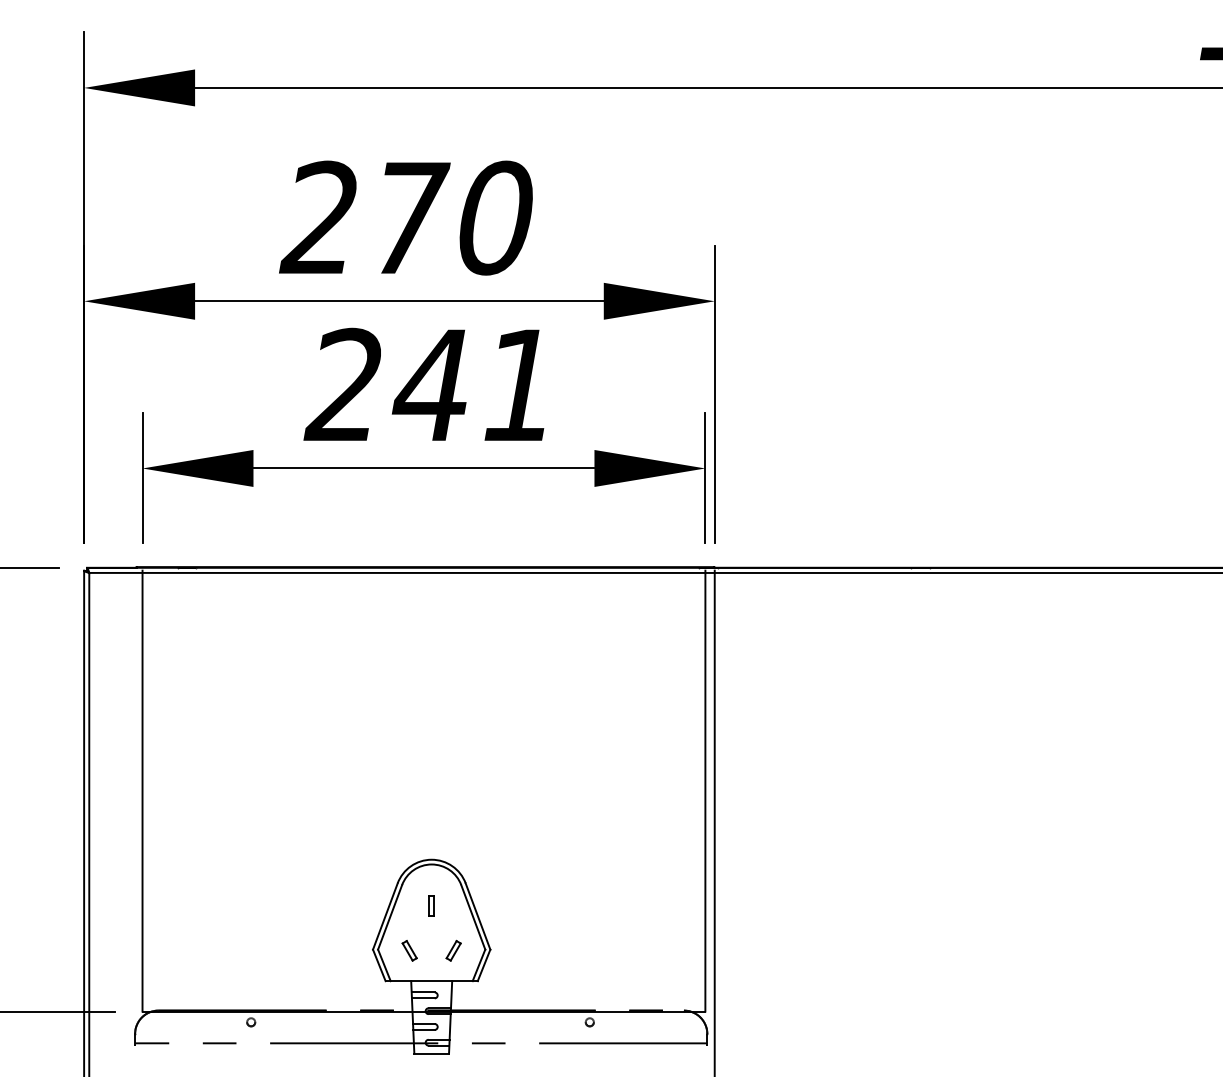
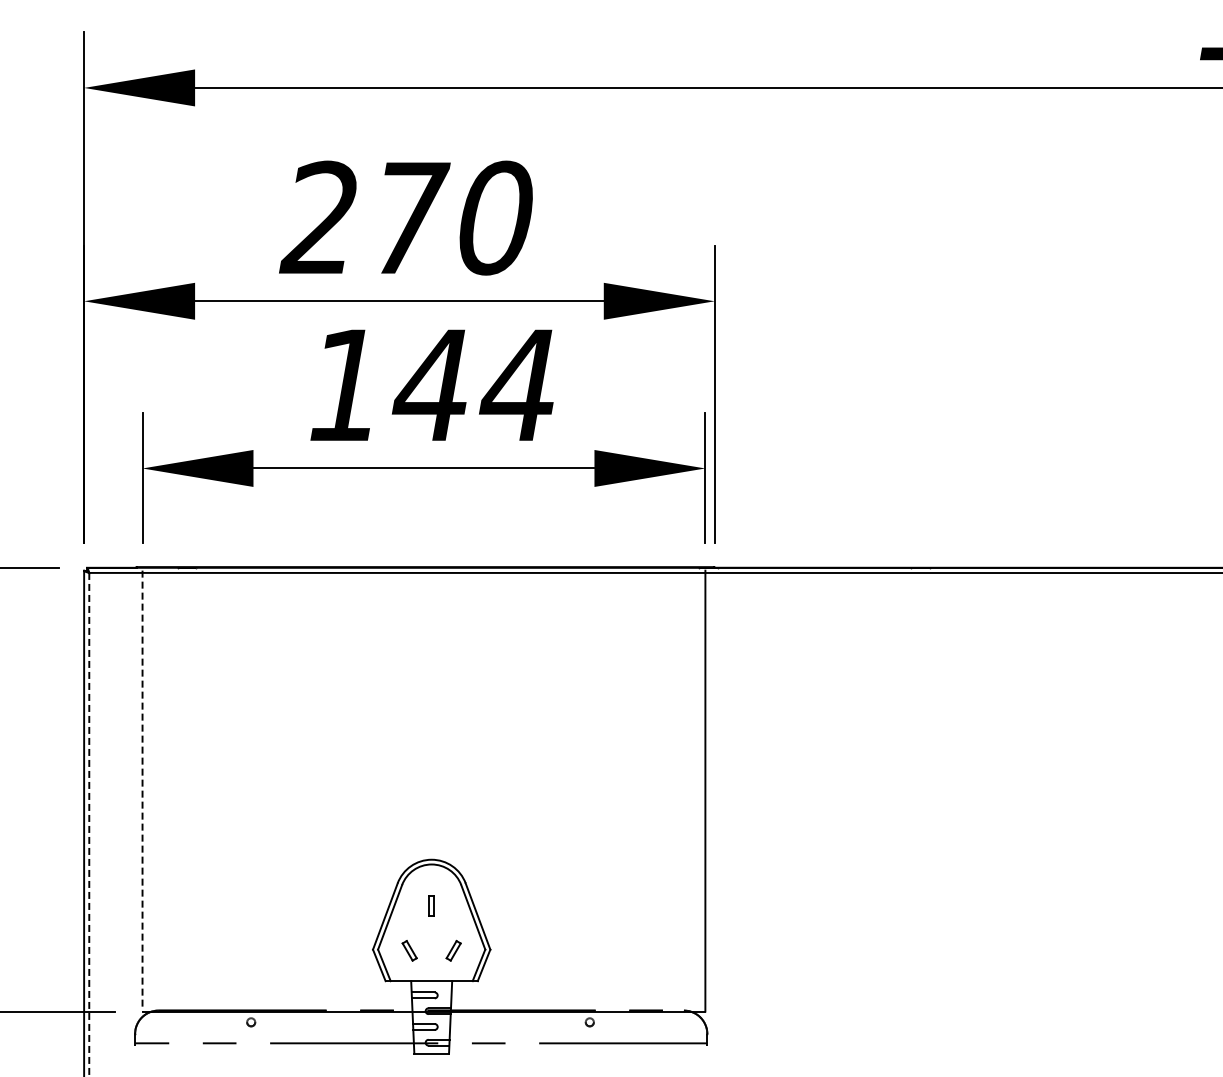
text at (428, 383): 241 -> 144
line at (142, 791): solid -> dashed
line at (714, 821): present -> none
line at (89, 824): solid -> dashed
